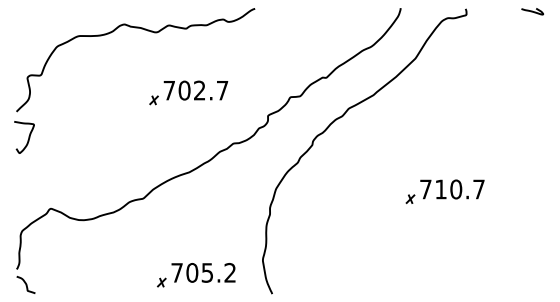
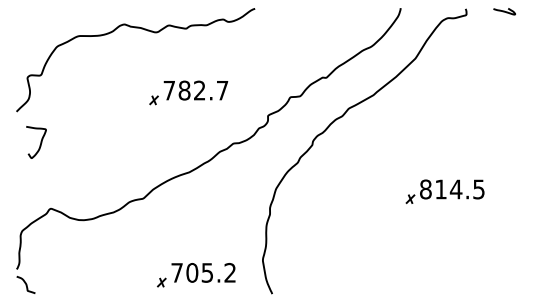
curve at (532, 11) position: (532, 11) -> (504, 11)
text at (184, 90): 702.7 -> 782.7
curve at (28, 137) position: (28, 137) -> (40, 142)
text at (452, 189): 710.7 -> 814.5
